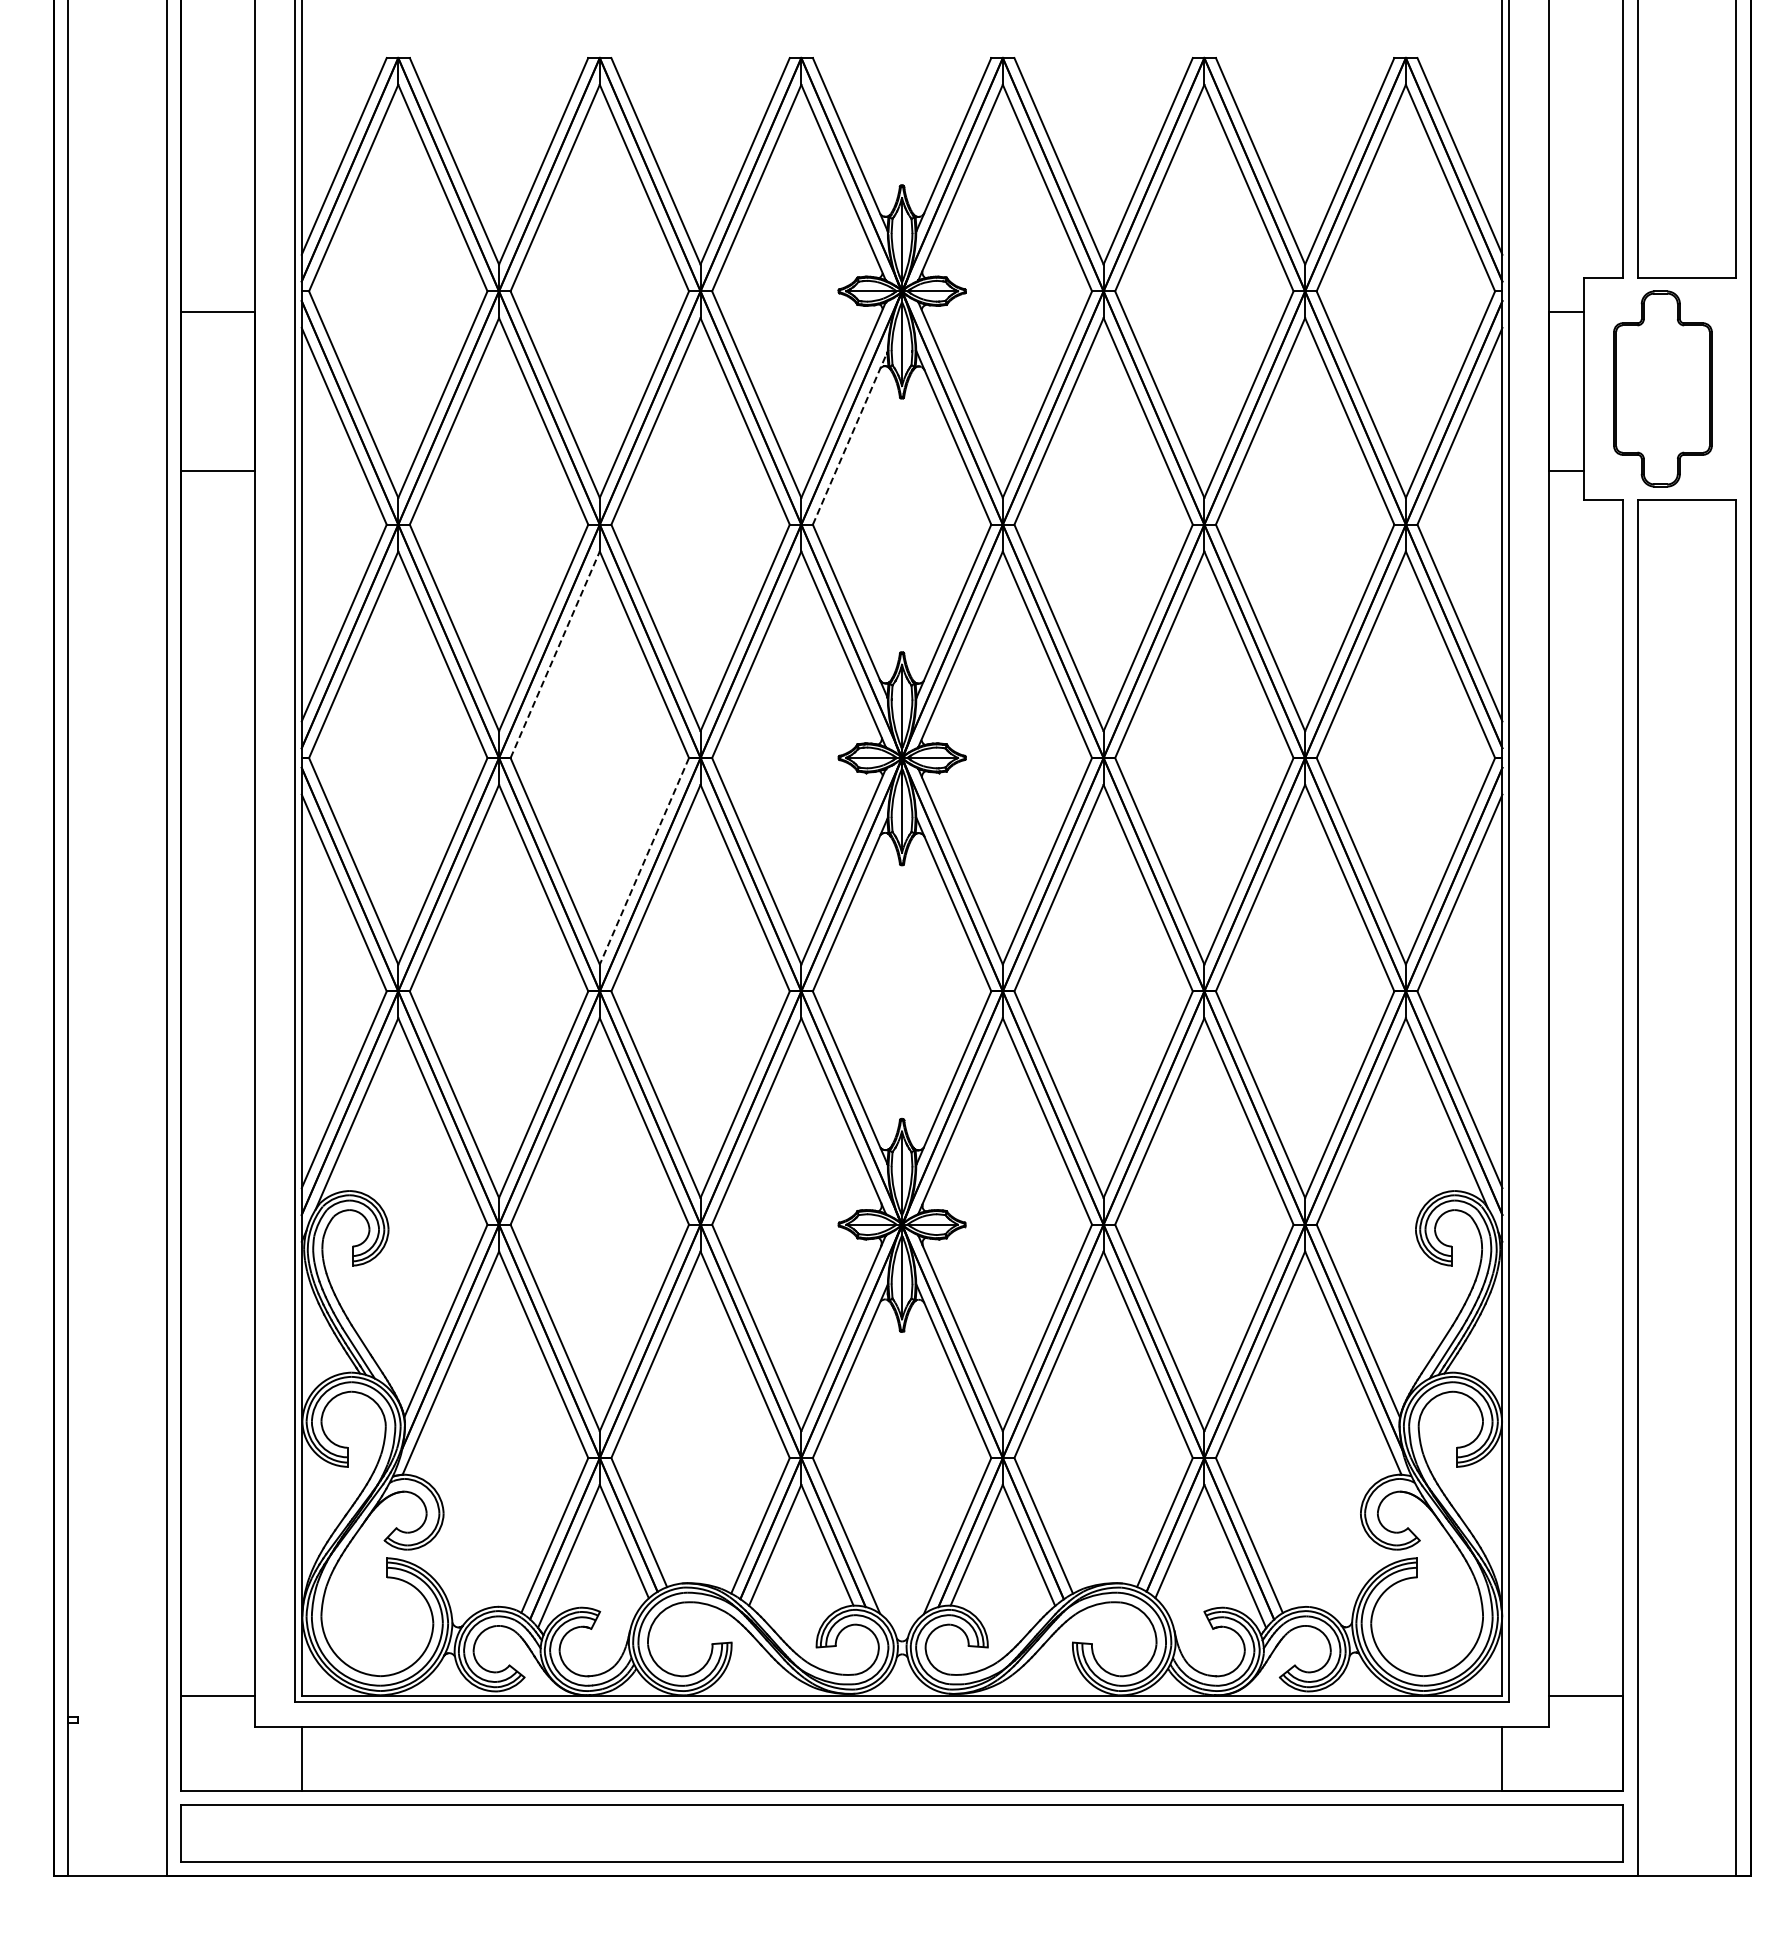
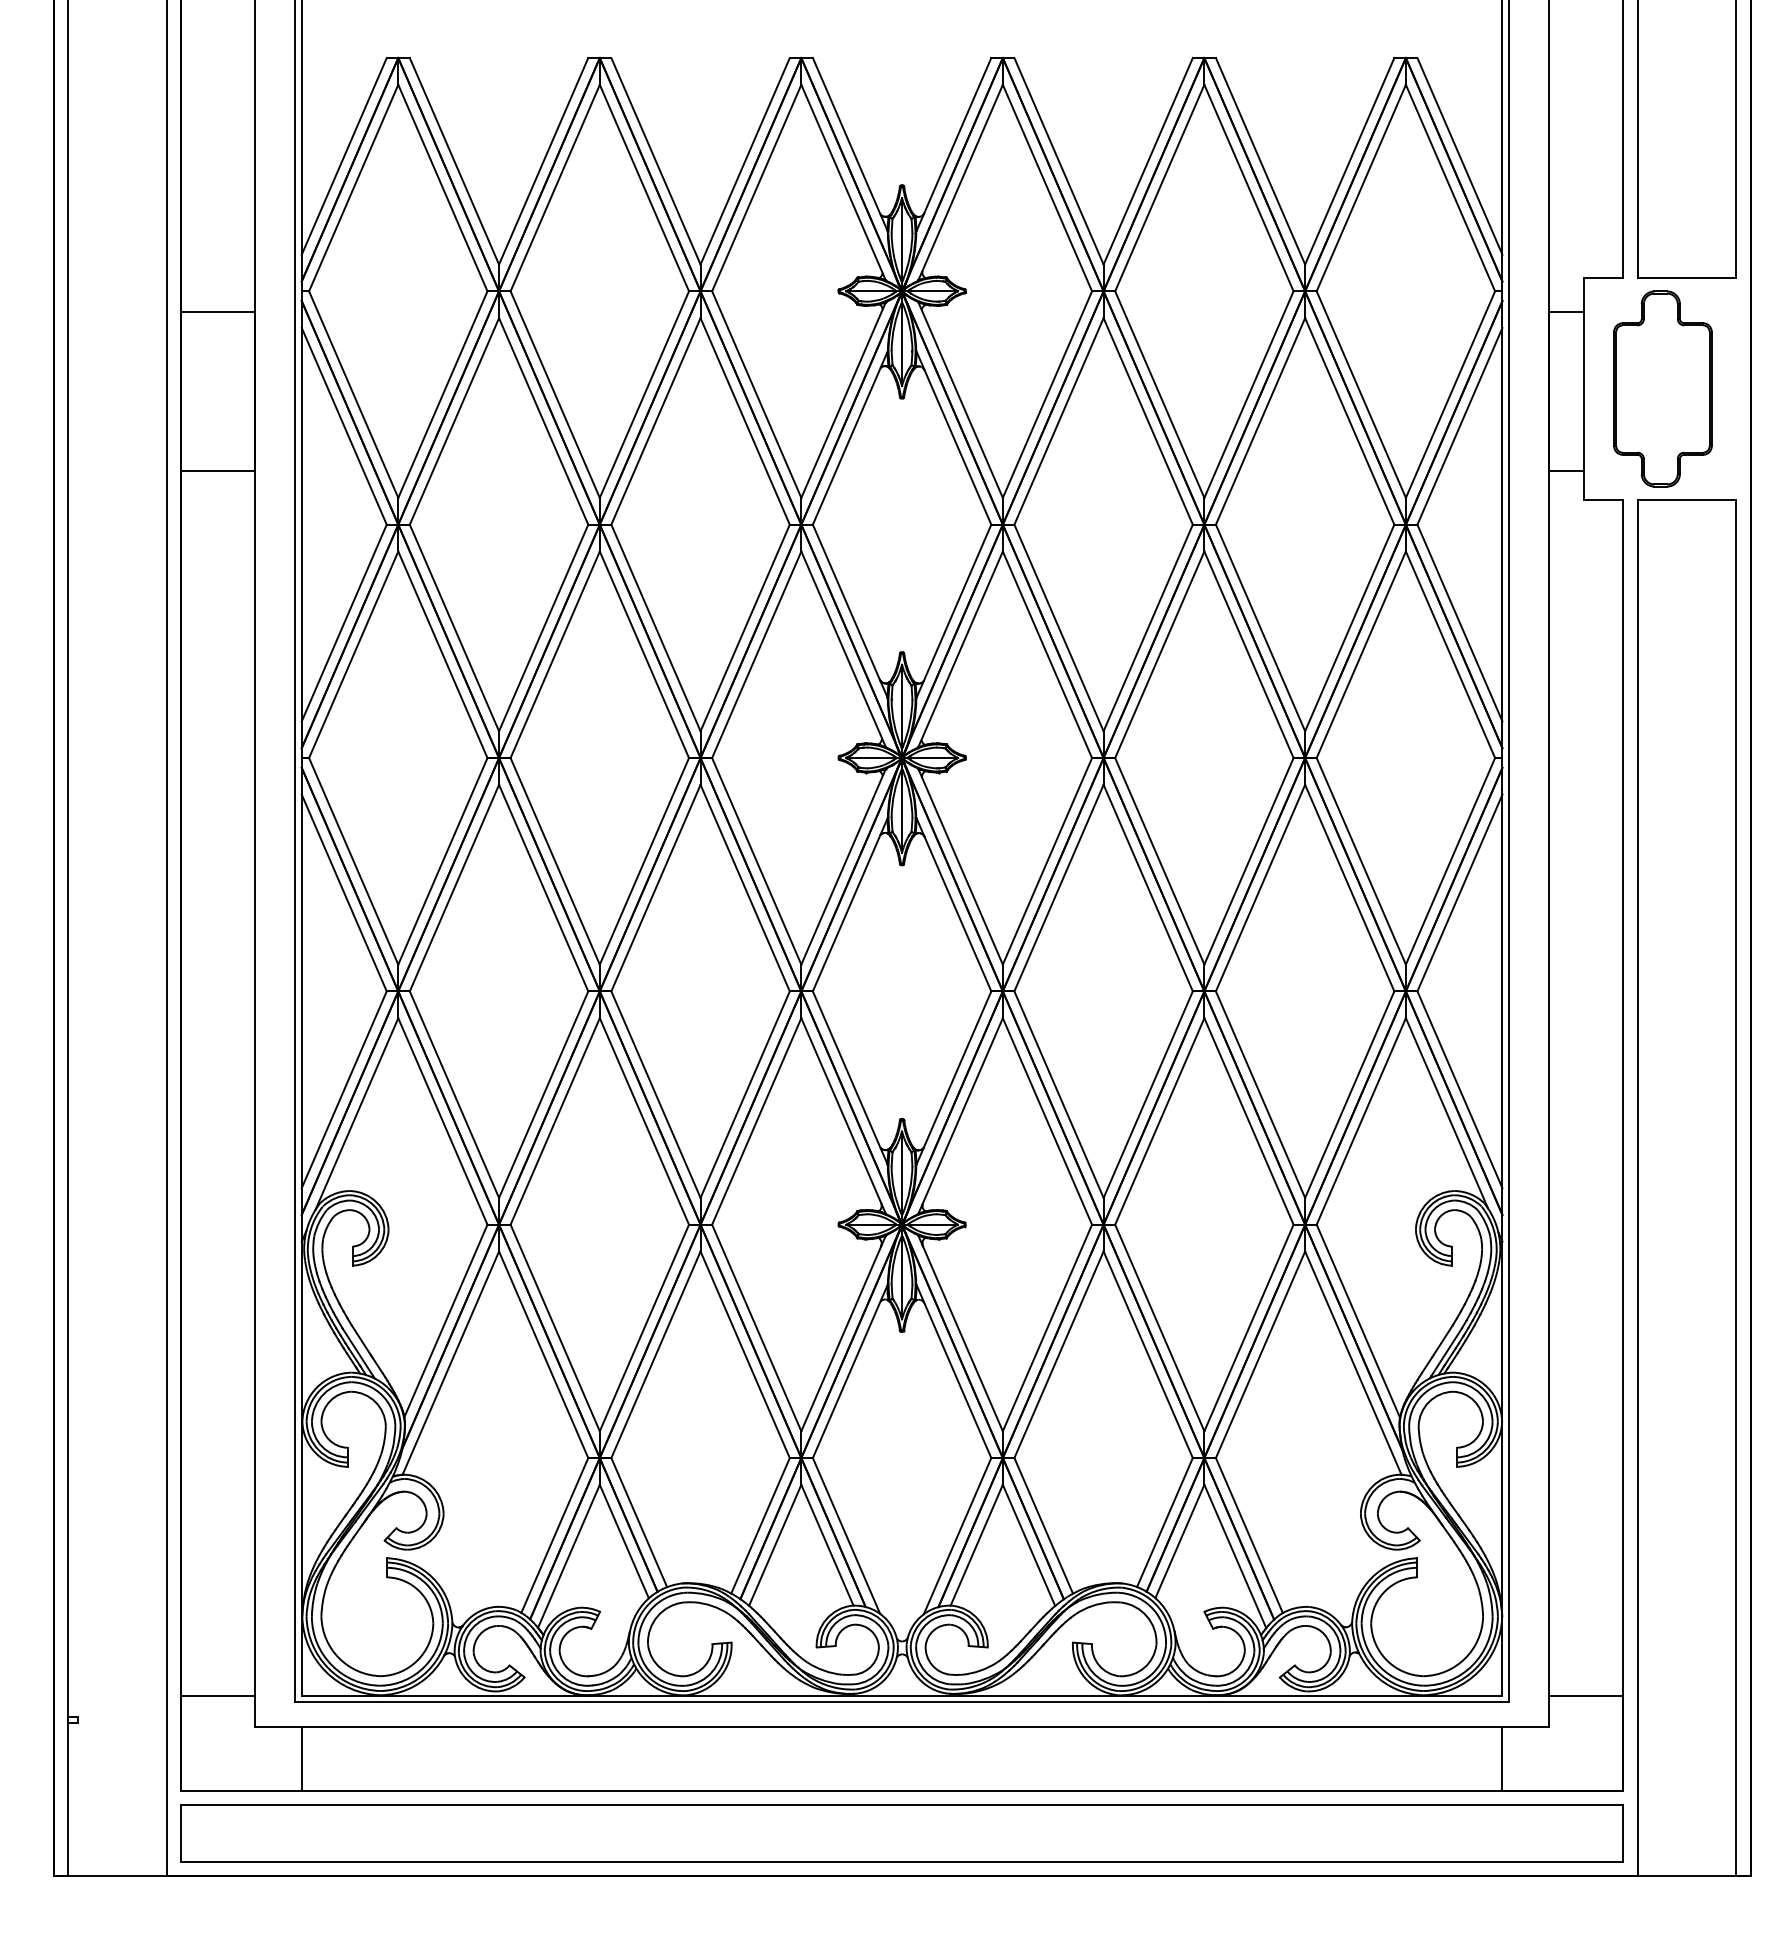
line at (850, 437): dashed -> solid
line at (555, 654): dashed -> solid
line at (644, 861): dashed -> solid
